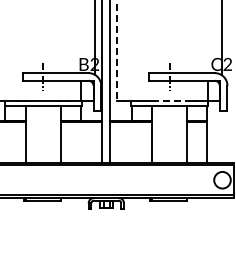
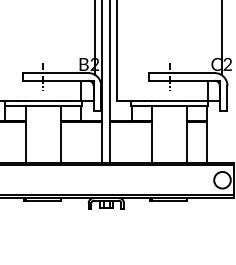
line at (117, 51): dashed -> solid
line at (170, 100): dashed -> solid
